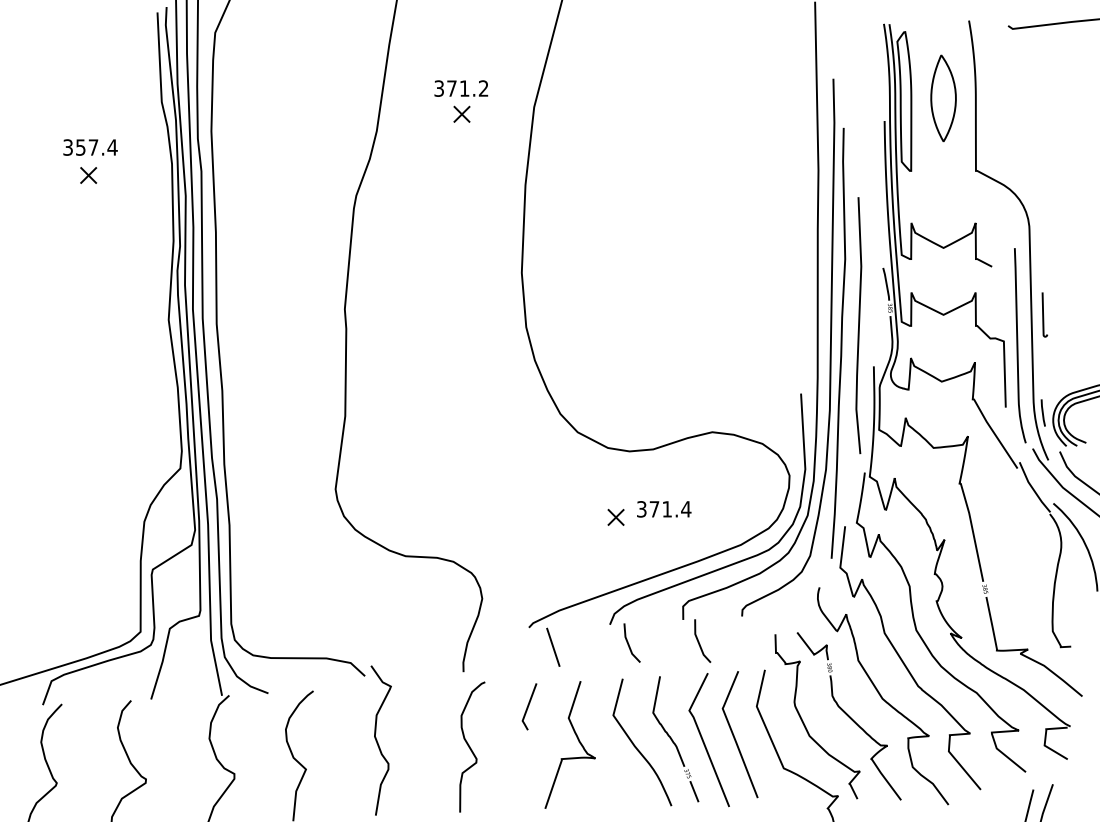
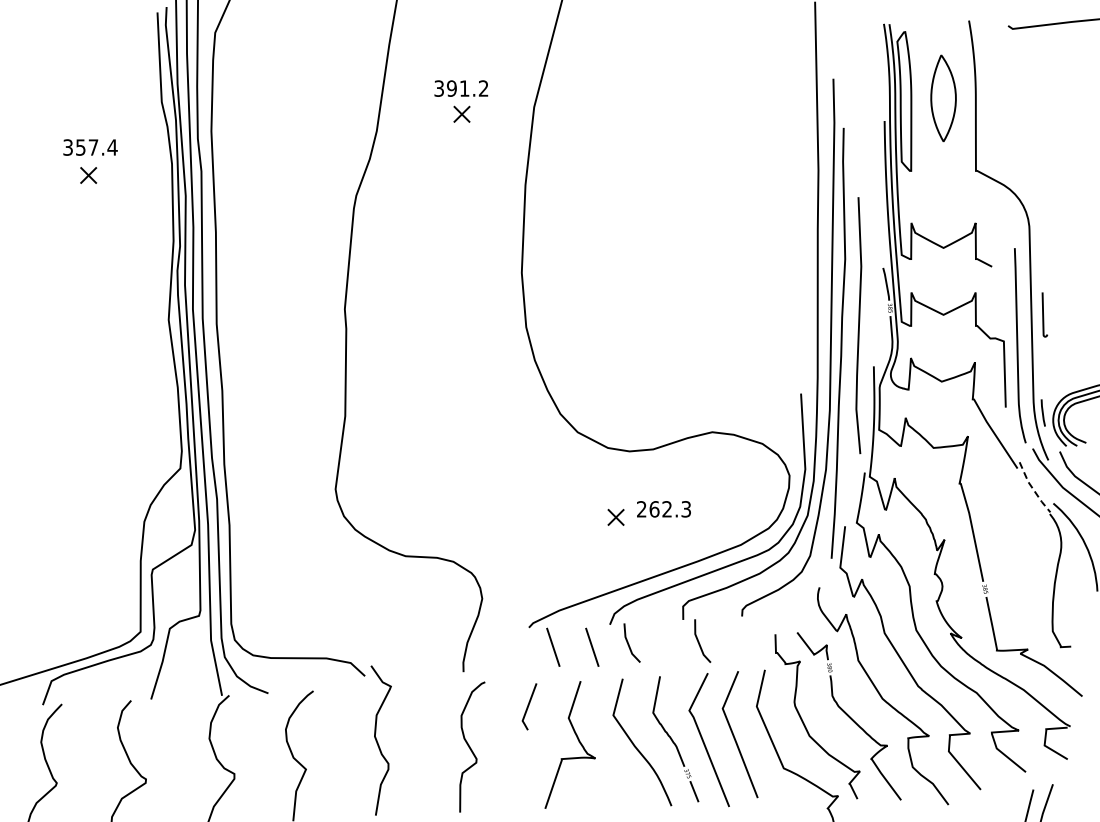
text at (451, 88): 371.2 -> 391.2
line at (1032, 488): solid -> dashed
text at (664, 509): 371.4 -> 262.3
line at (592, 646): none -> present
